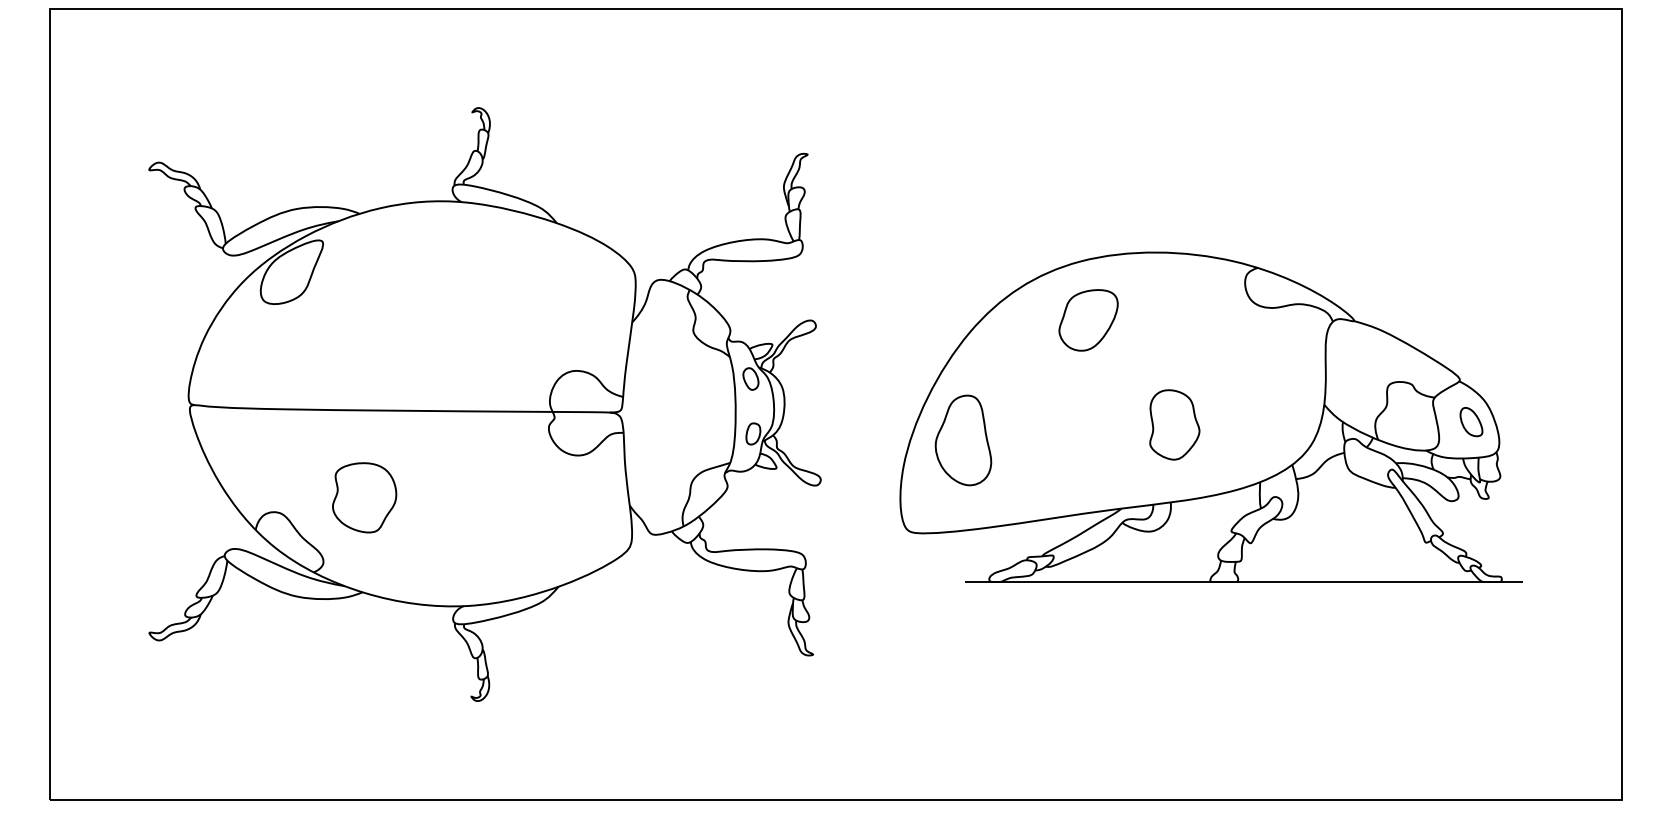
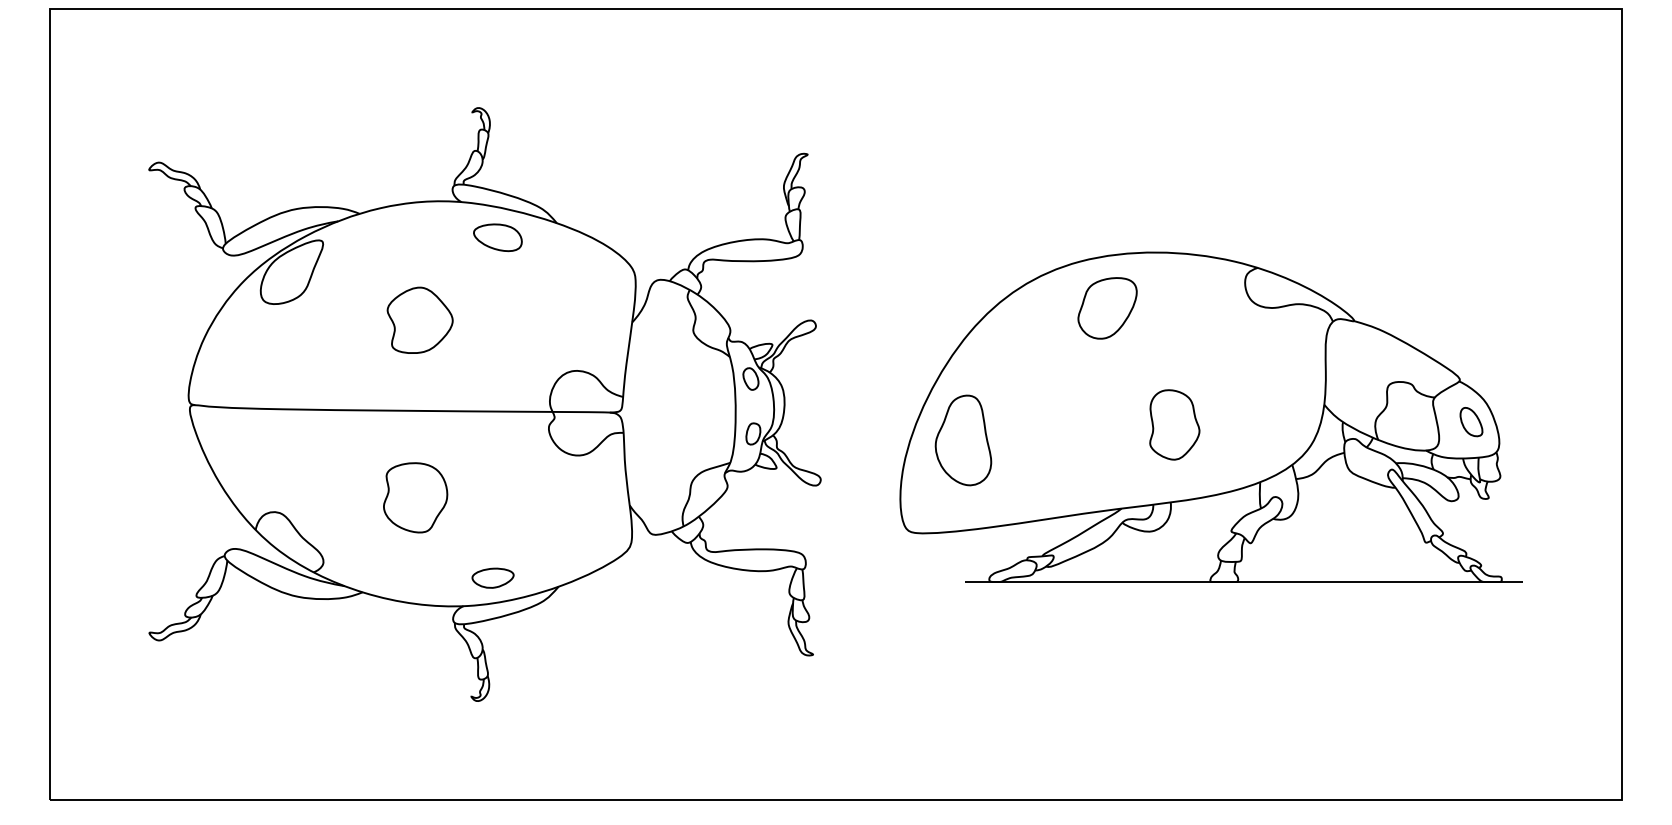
part at (497, 237): none -> present
part at (419, 319): none -> present
part at (1088, 320) position: (1088, 320) -> (1107, 308)
part at (364, 497) position: (364, 497) -> (415, 497)
part at (492, 577): none -> present
